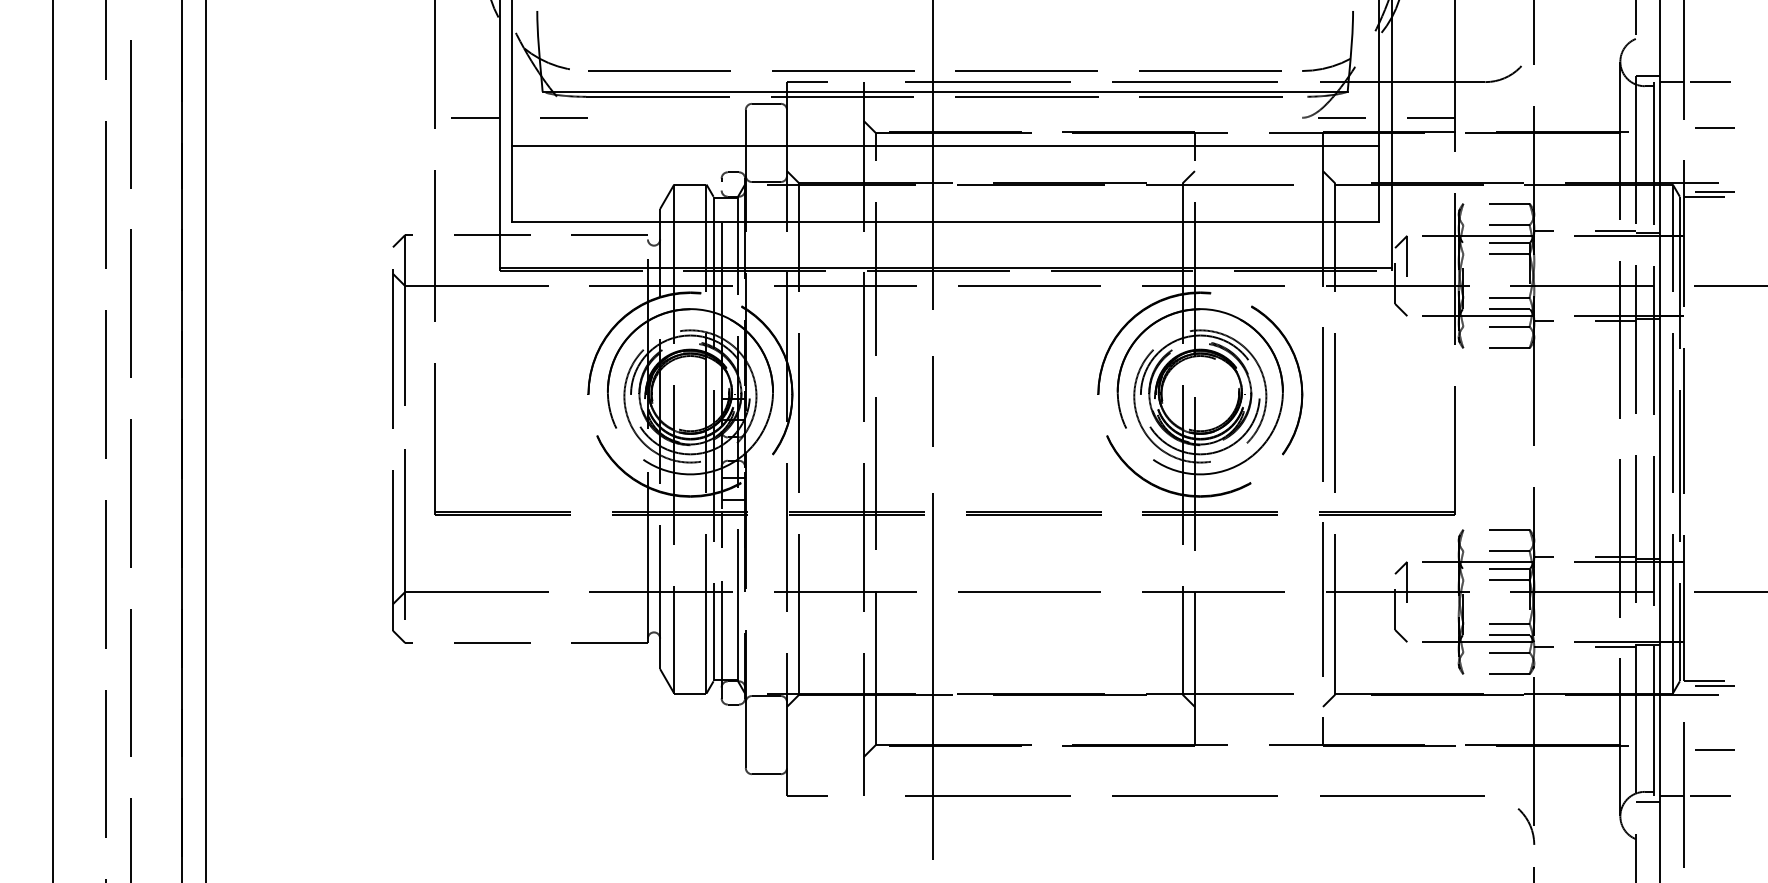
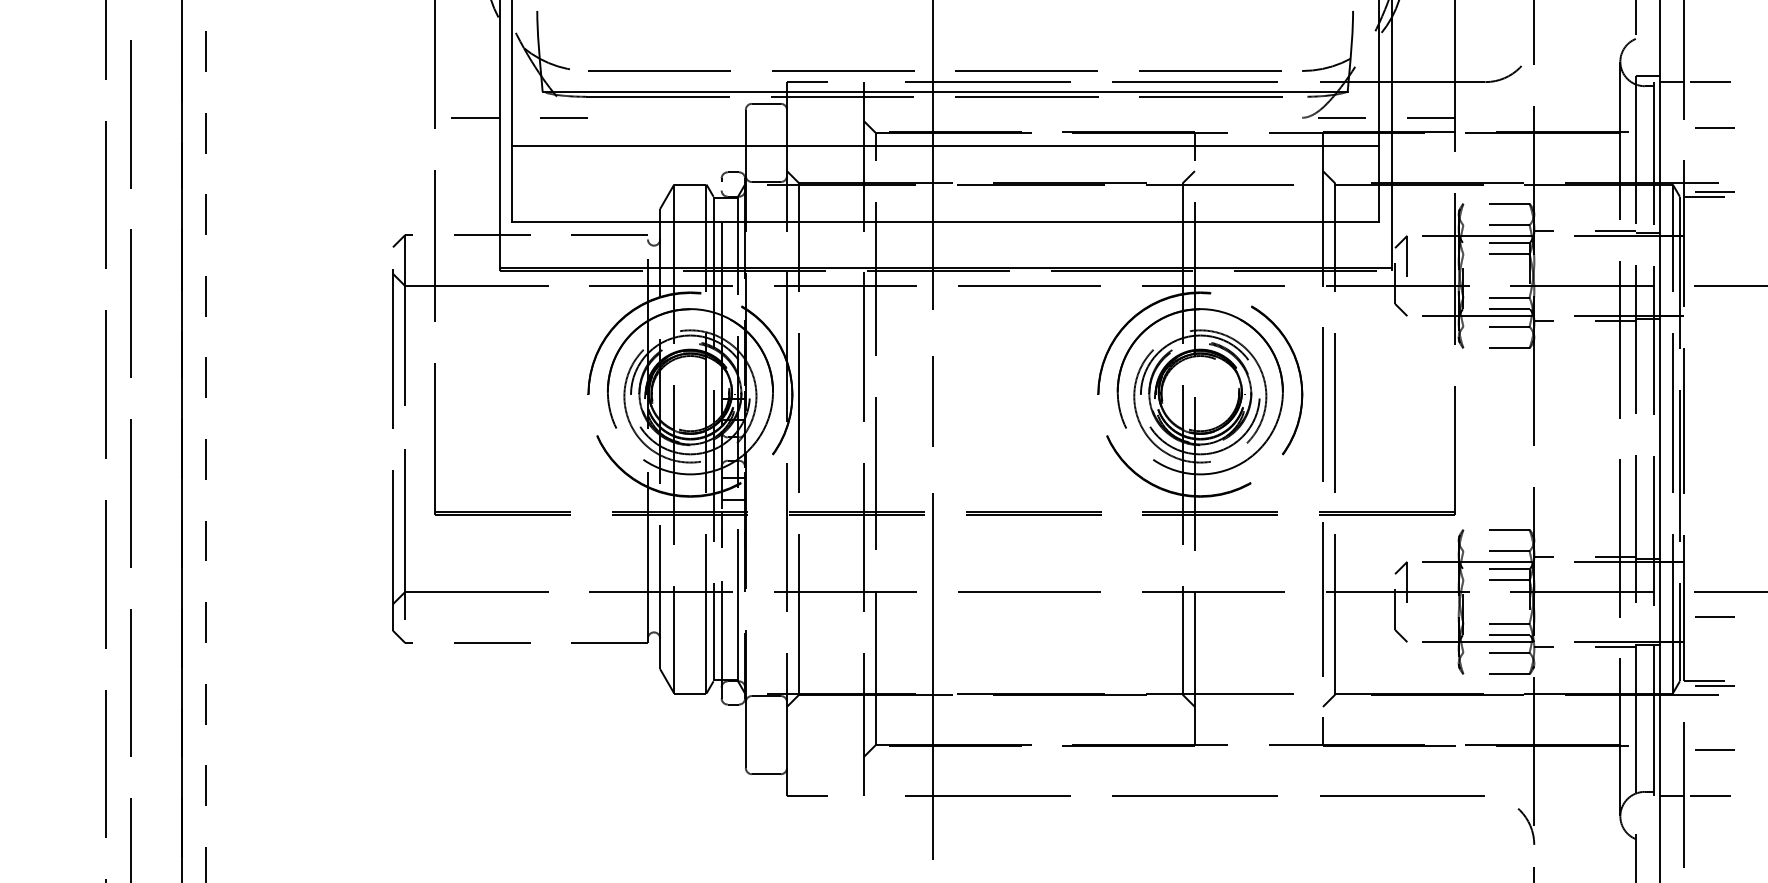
line at (53, 440): present -> none
line at (206, 441): solid -> dashed
line at (1714, 616): none -> present
line at (1647, 802): present -> none
